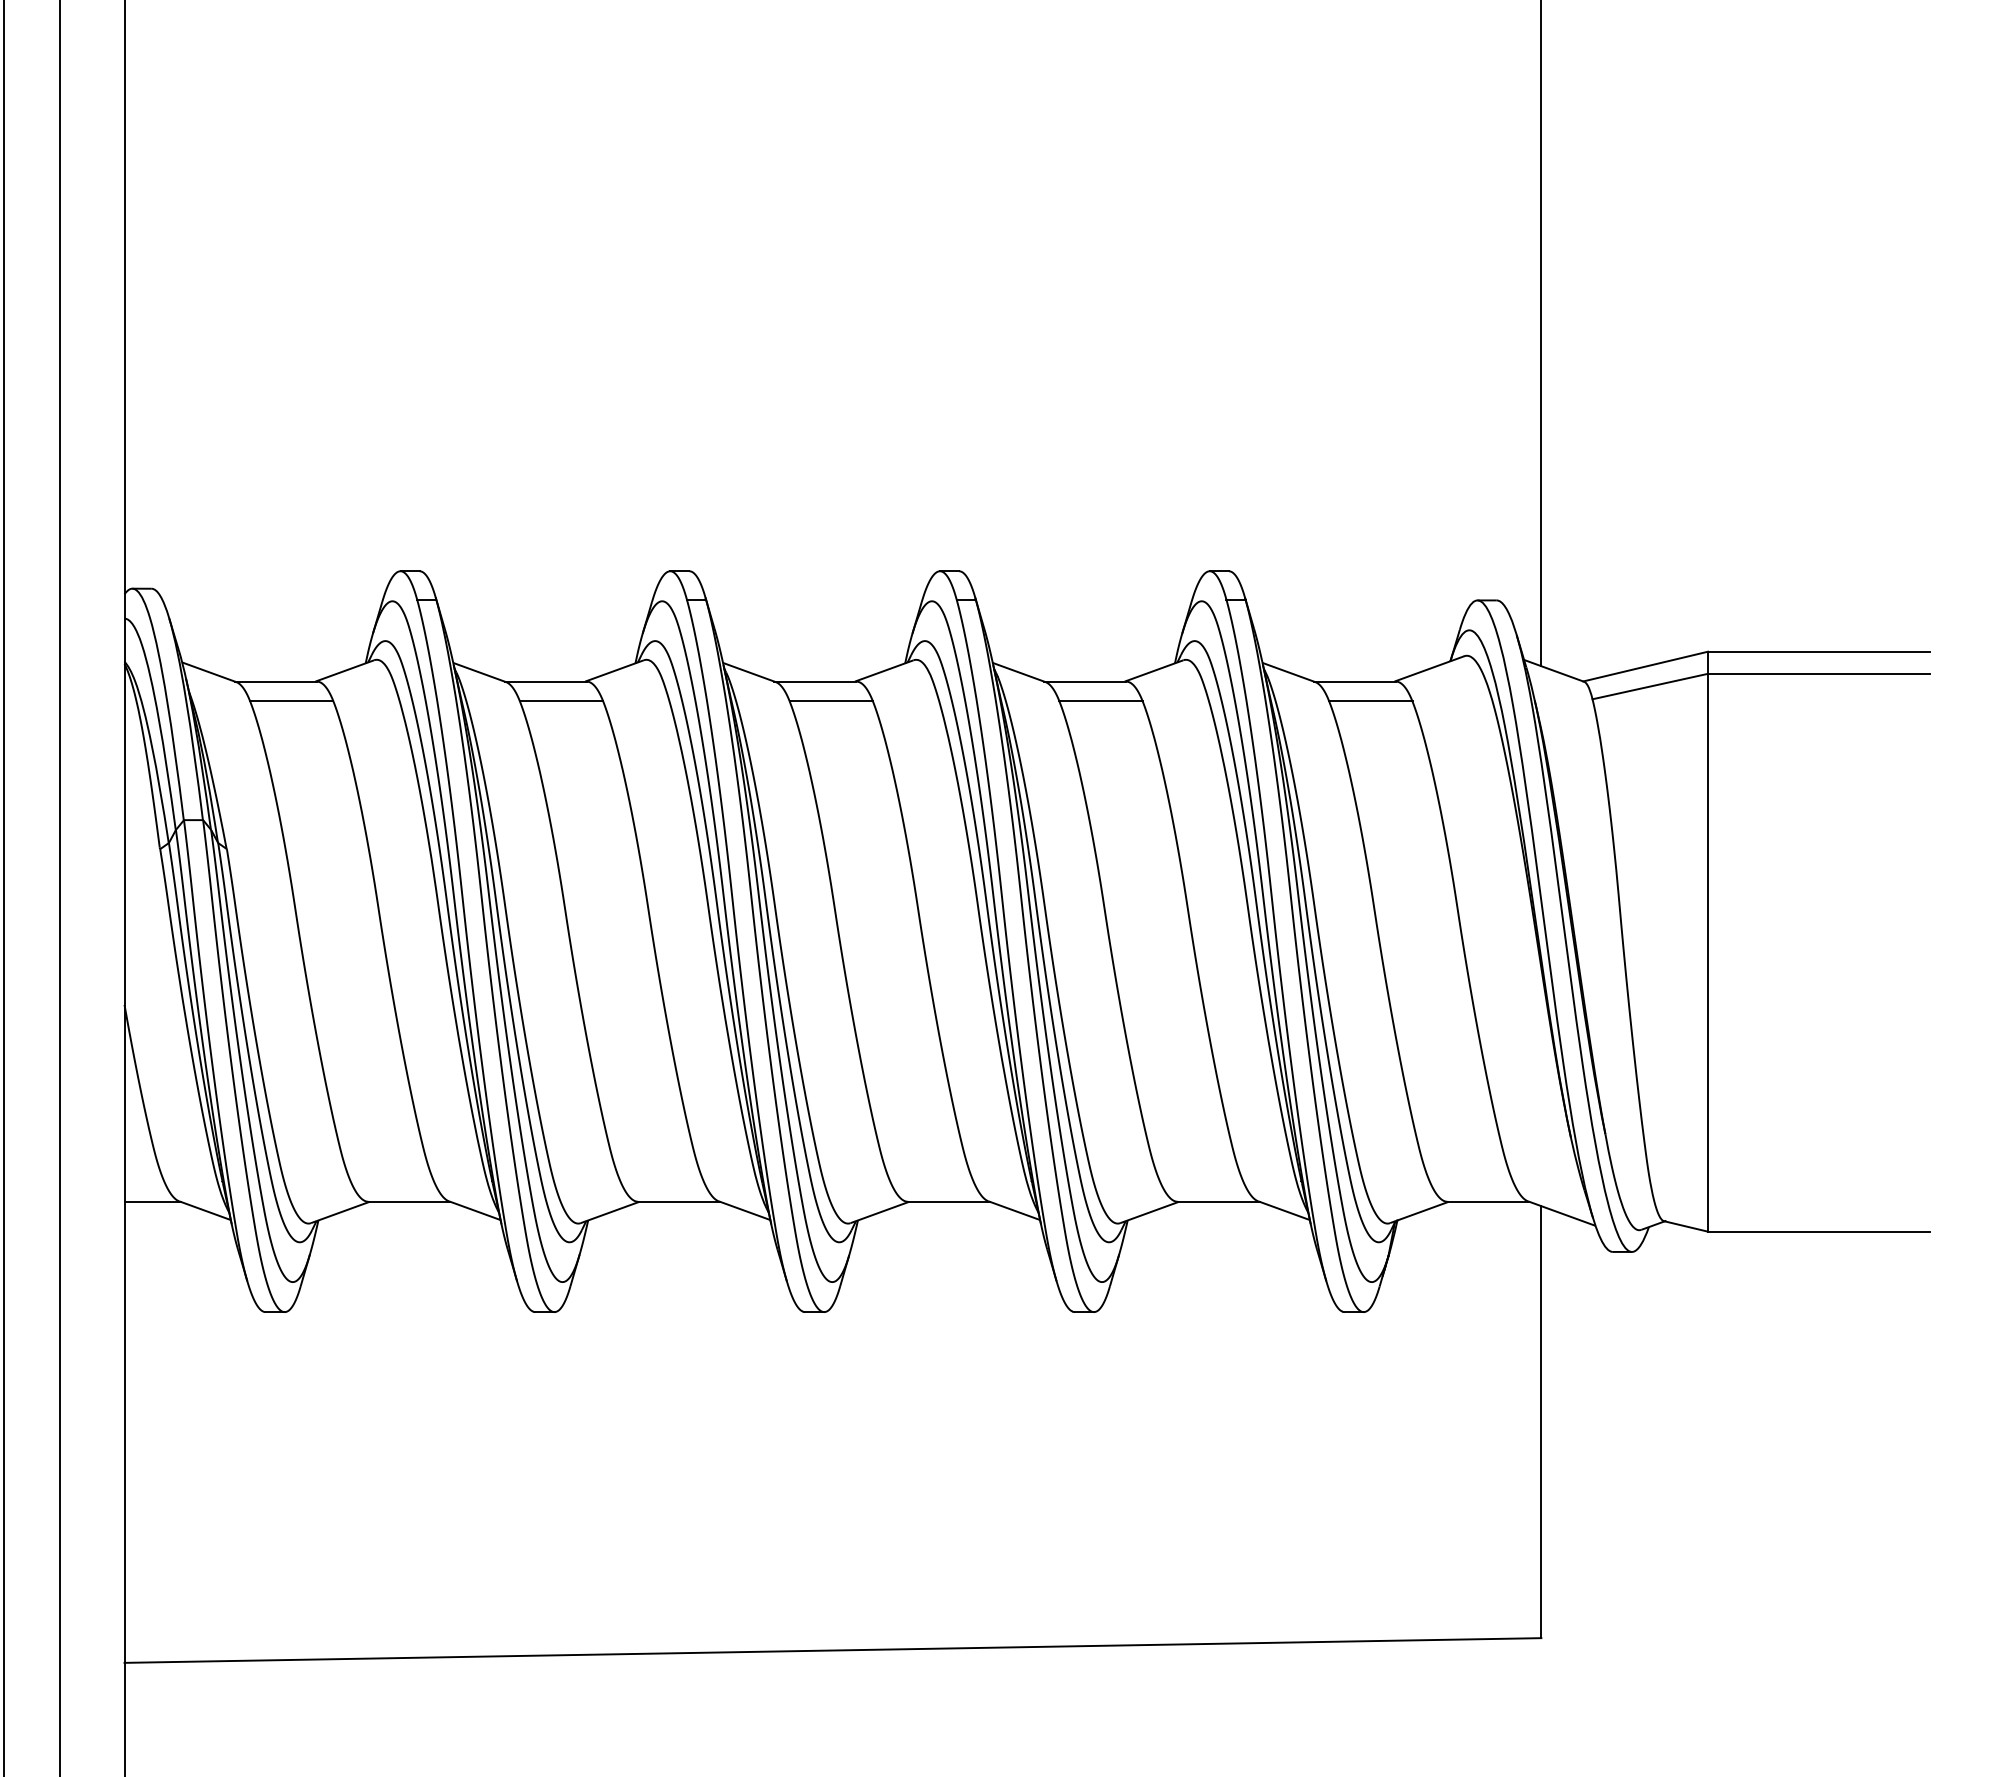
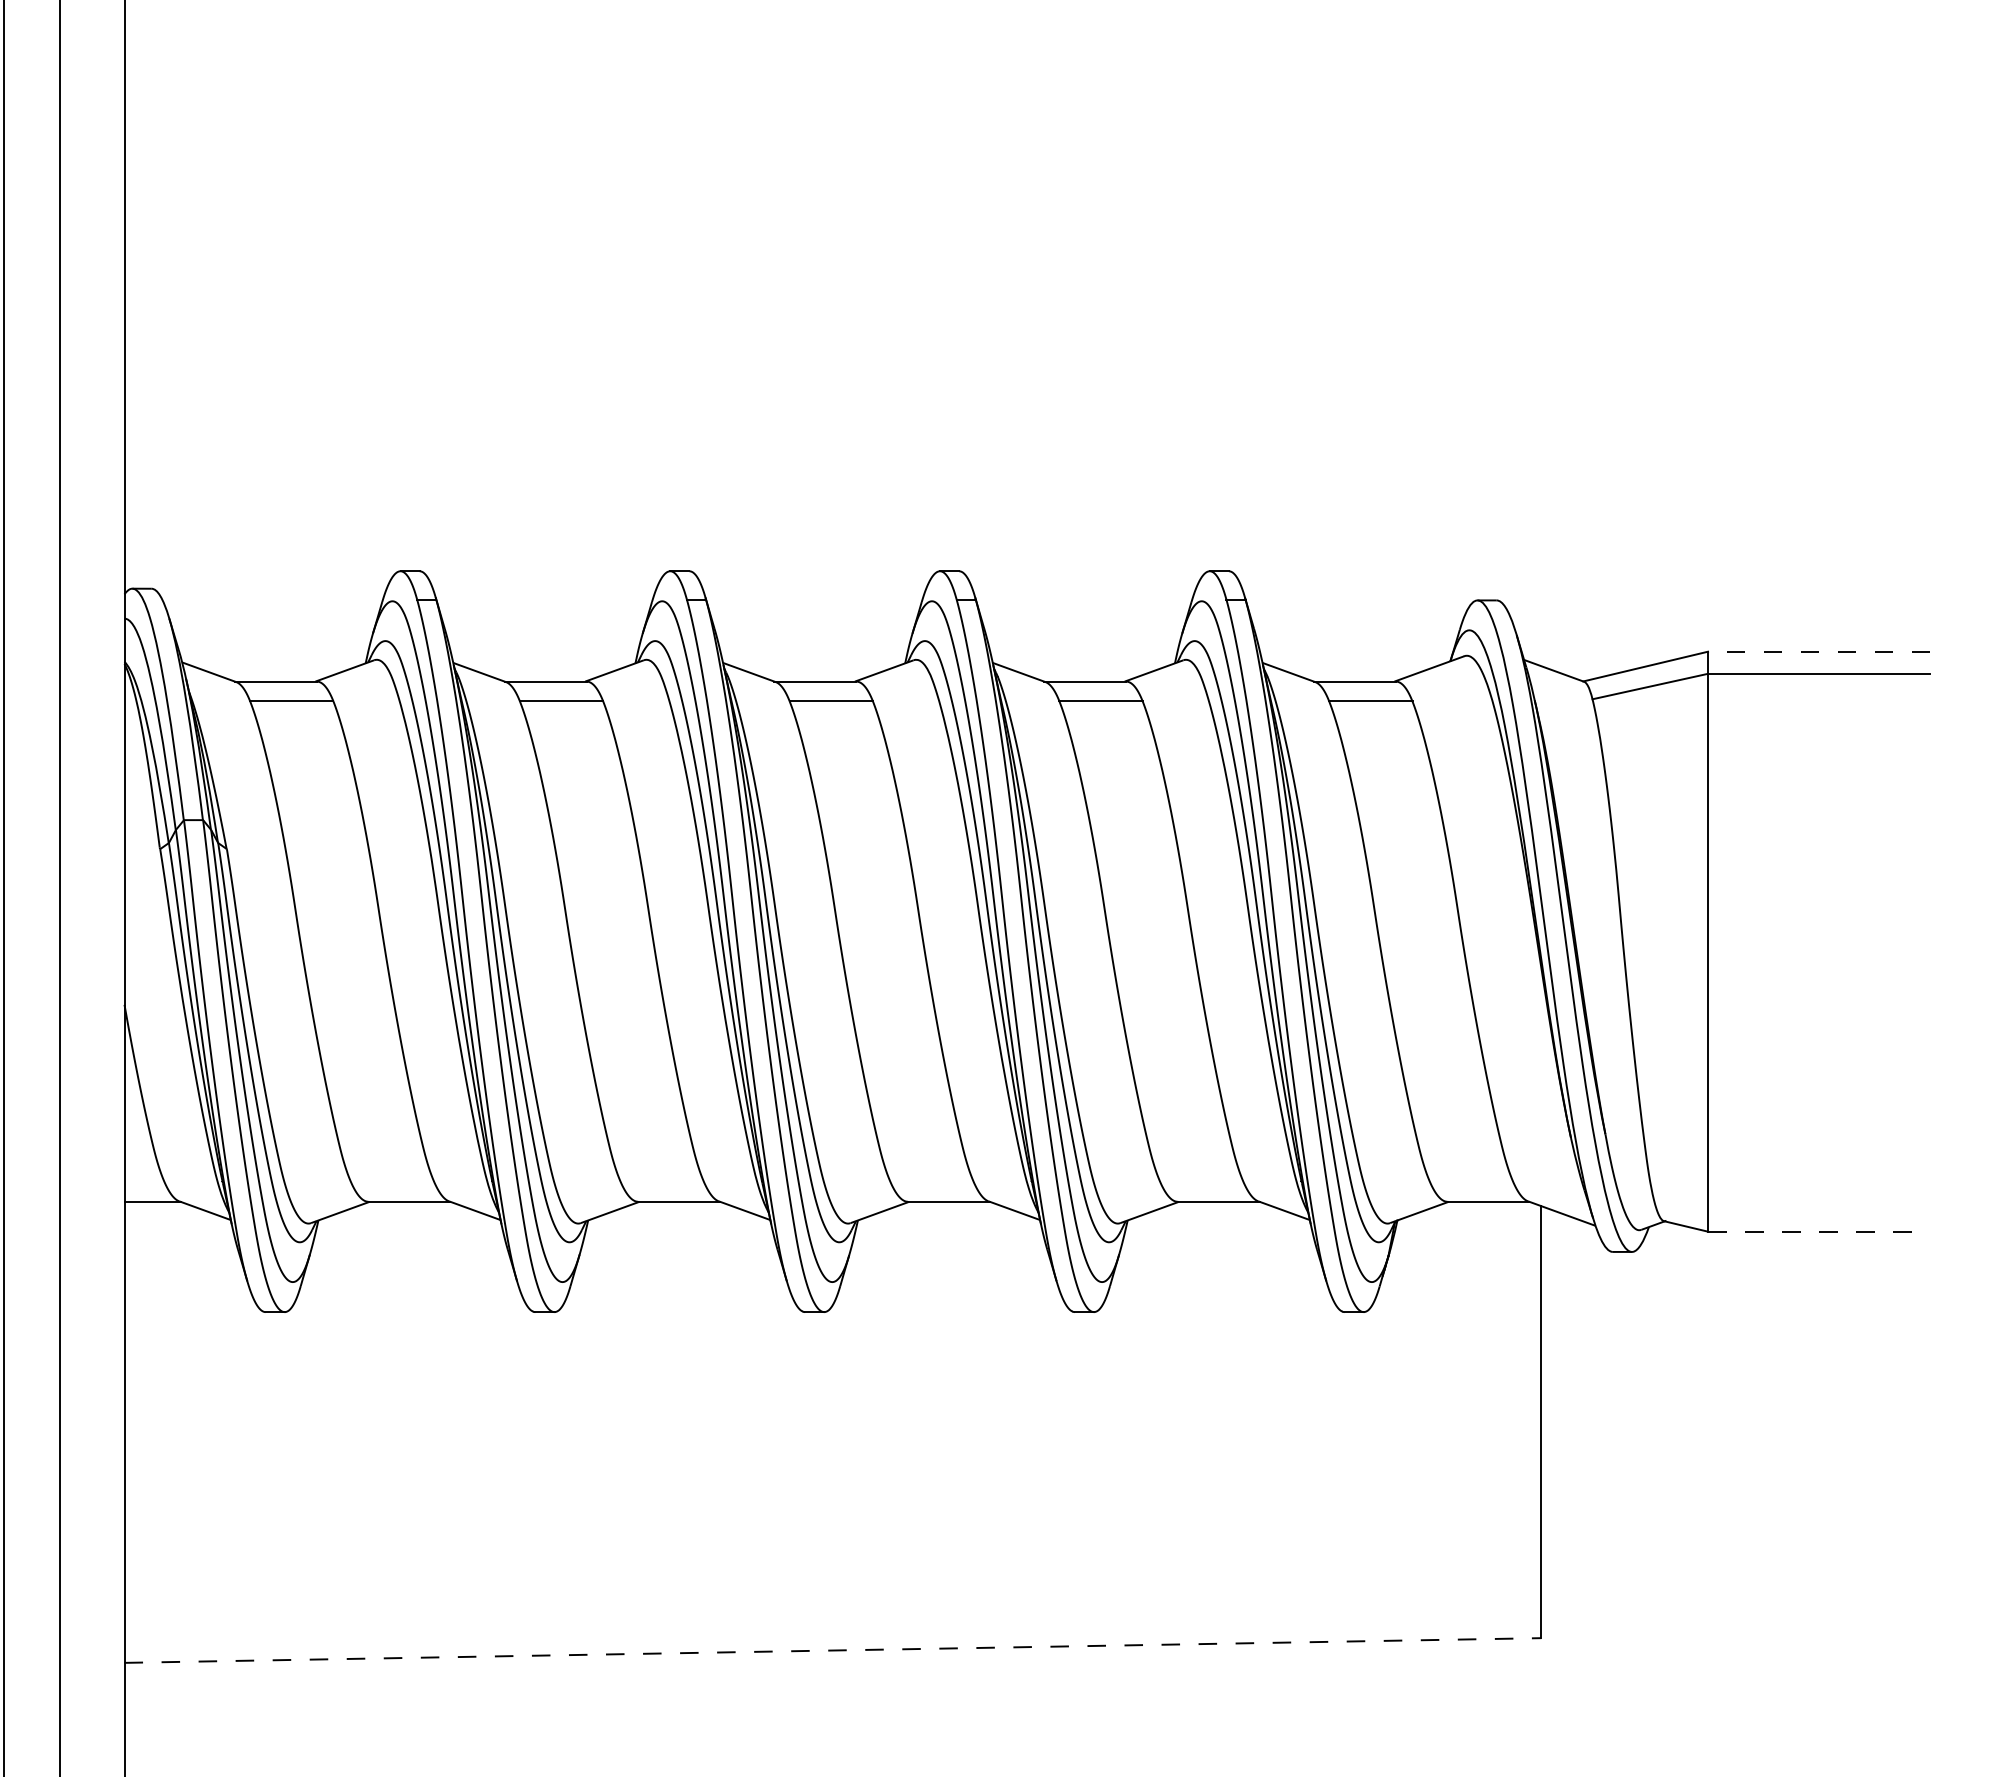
line at (1541, 334): present -> none
line at (1818, 651): solid -> dashed
line at (1819, 1231): solid -> dashed
line at (832, 1650): solid -> dashed
